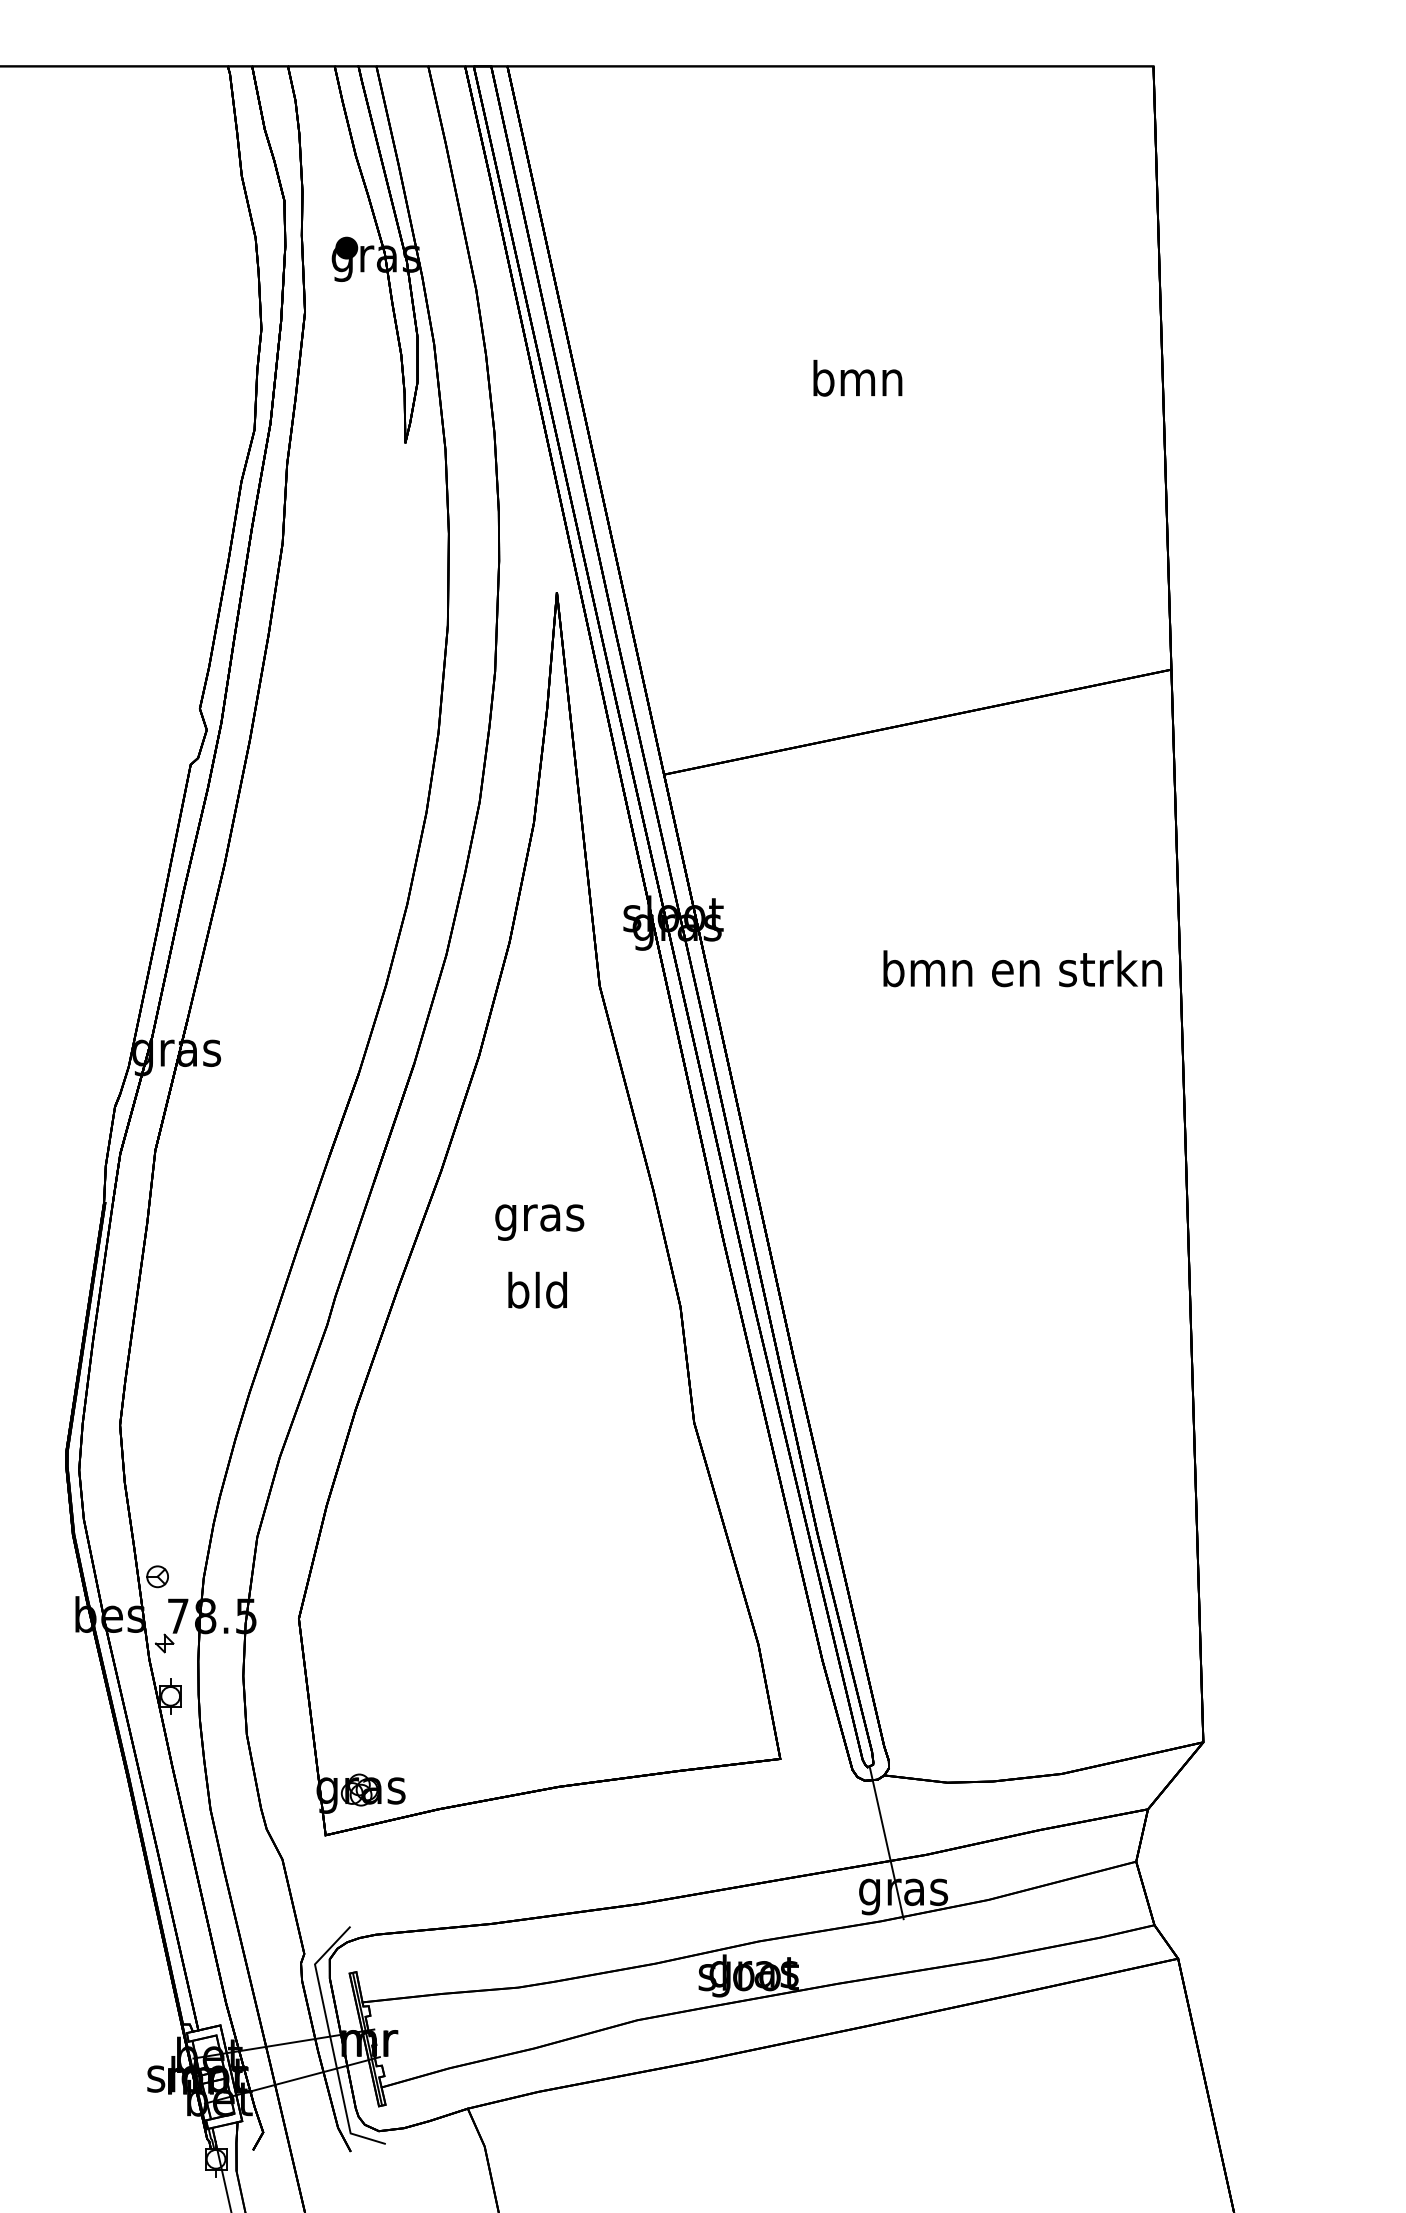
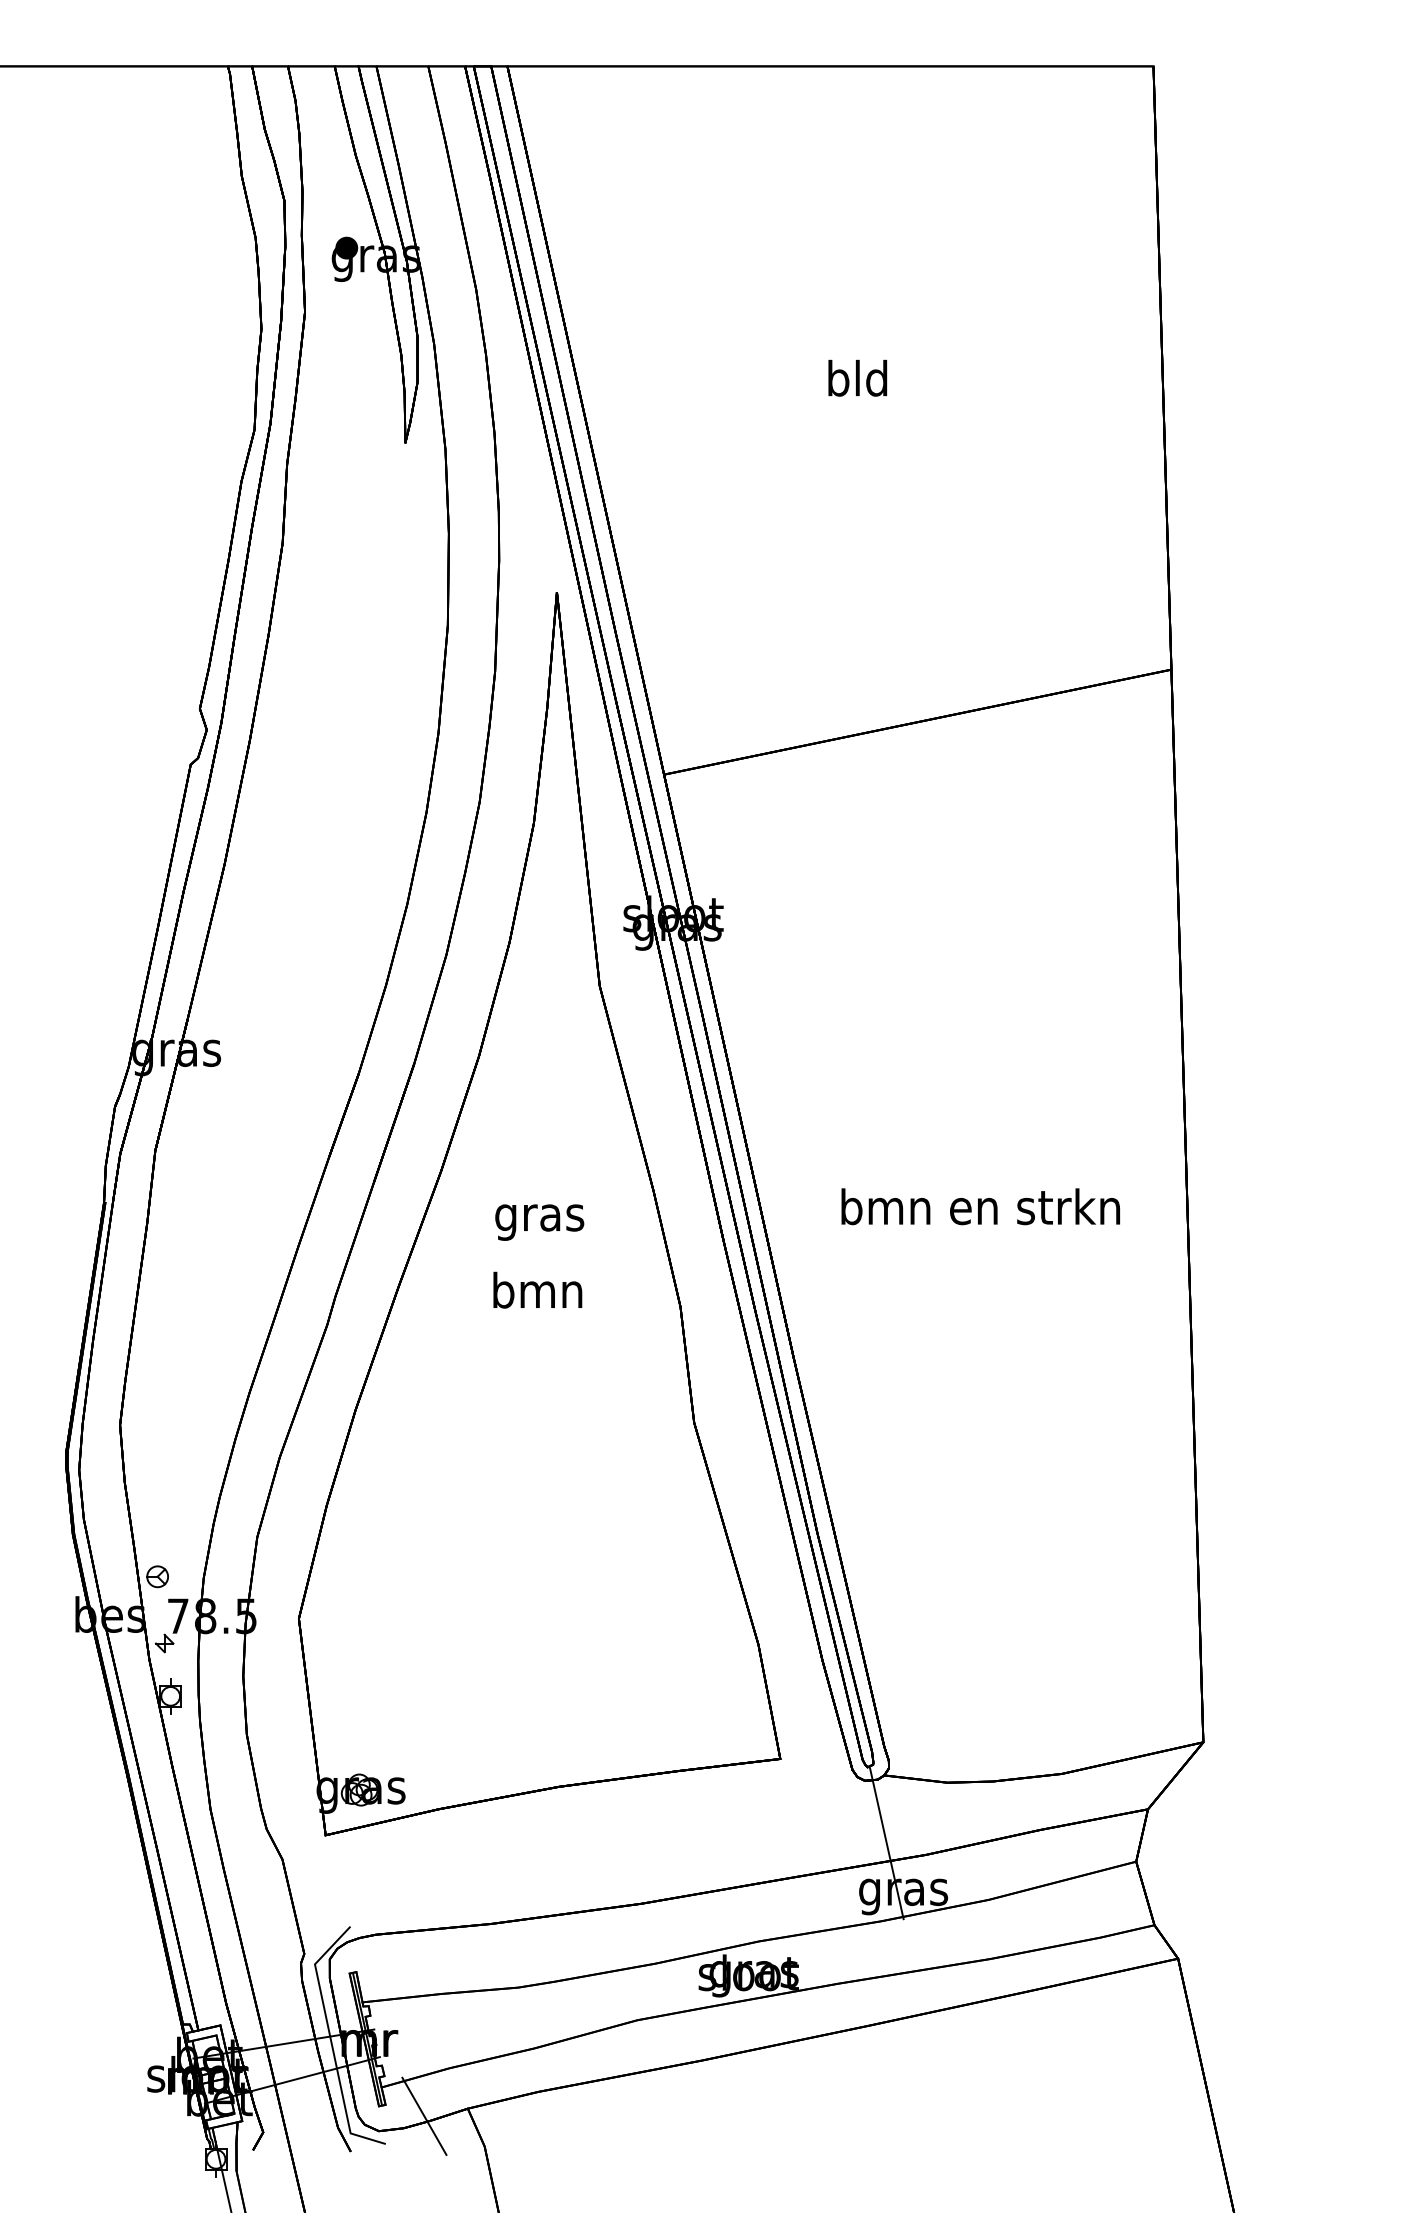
text at (857, 377): bmn -> bld
text at (1022, 968) position: (1022, 968) -> (980, 1206)
text at (537, 1289): bld -> bmn
line at (424, 2115): none -> present
